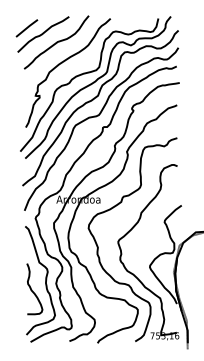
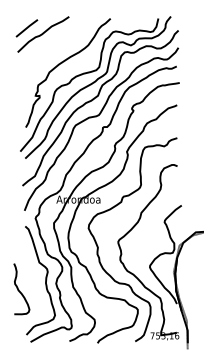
curve at (56, 42): present -> none
curve at (32, 289) position: (32, 289) -> (19, 289)
